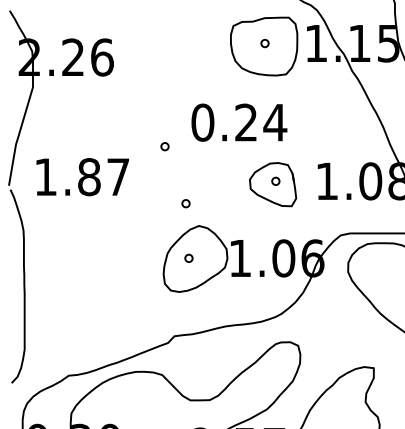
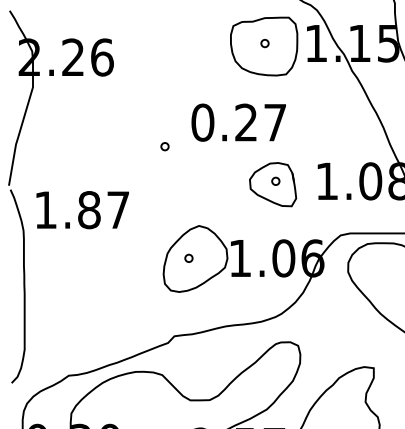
text at (275, 122): 0.24 -> 0.27
text at (82, 177) position: (82, 177) -> (82, 210)
part at (185, 203): present -> none
